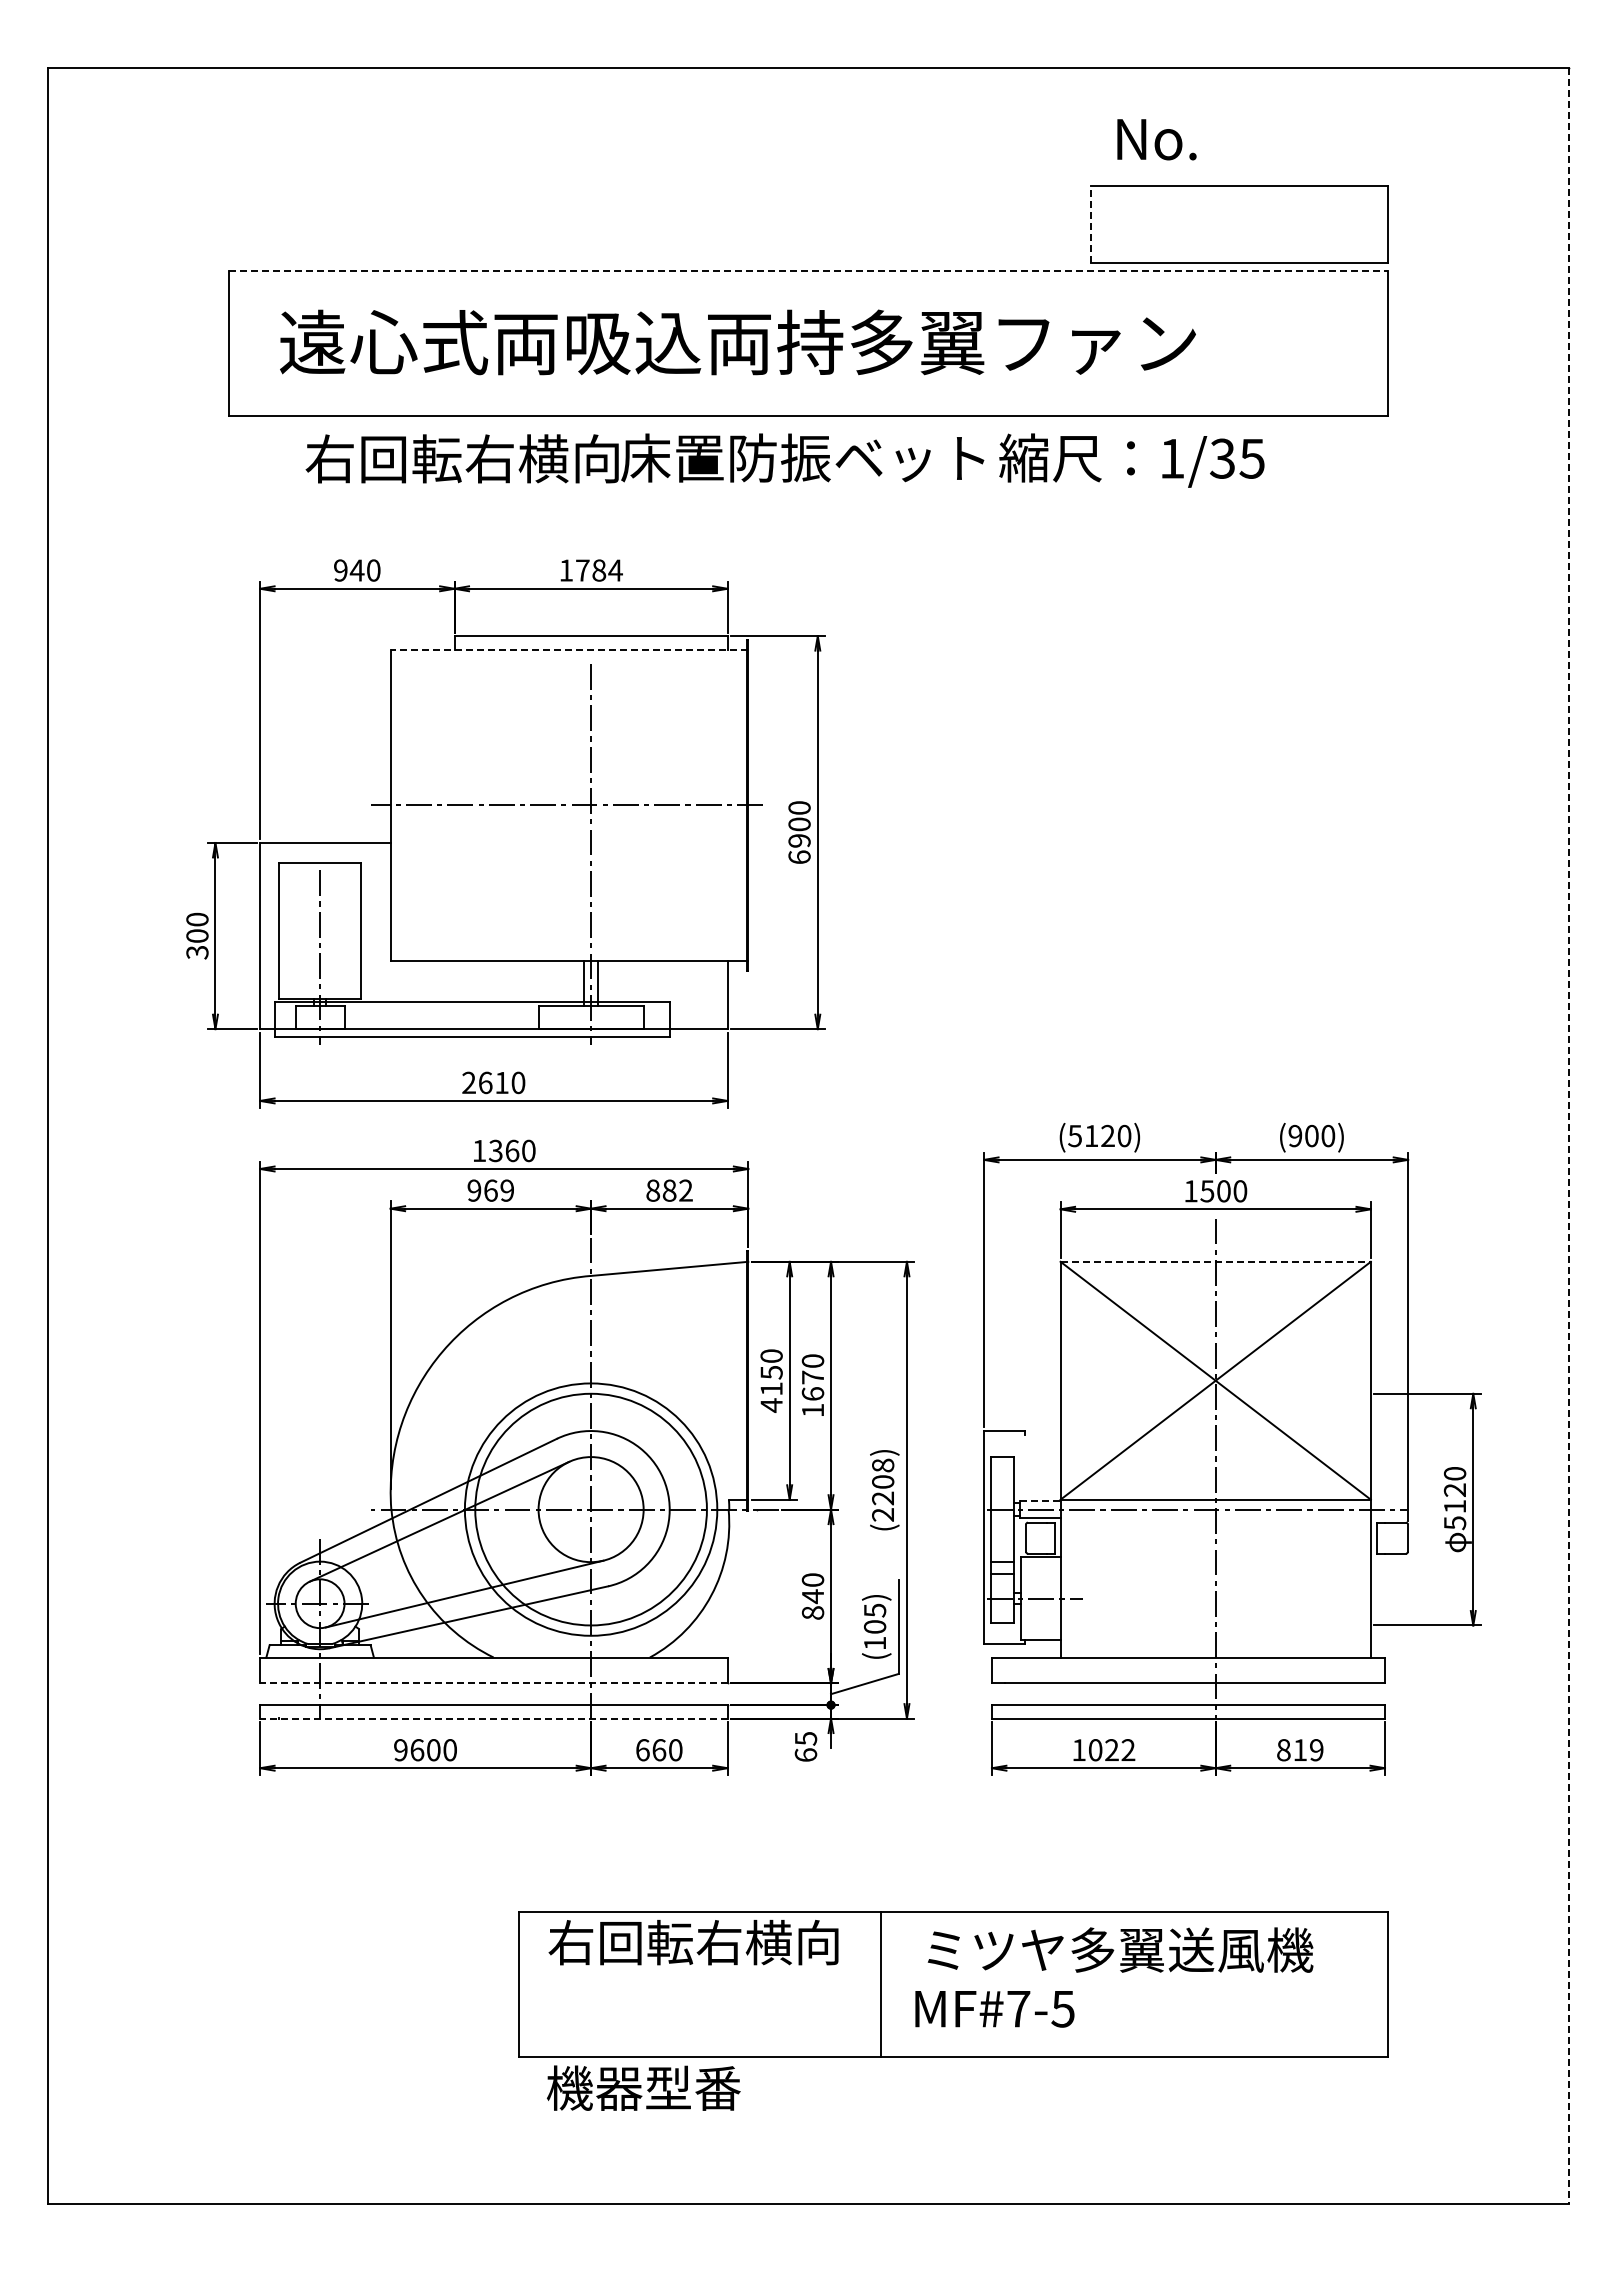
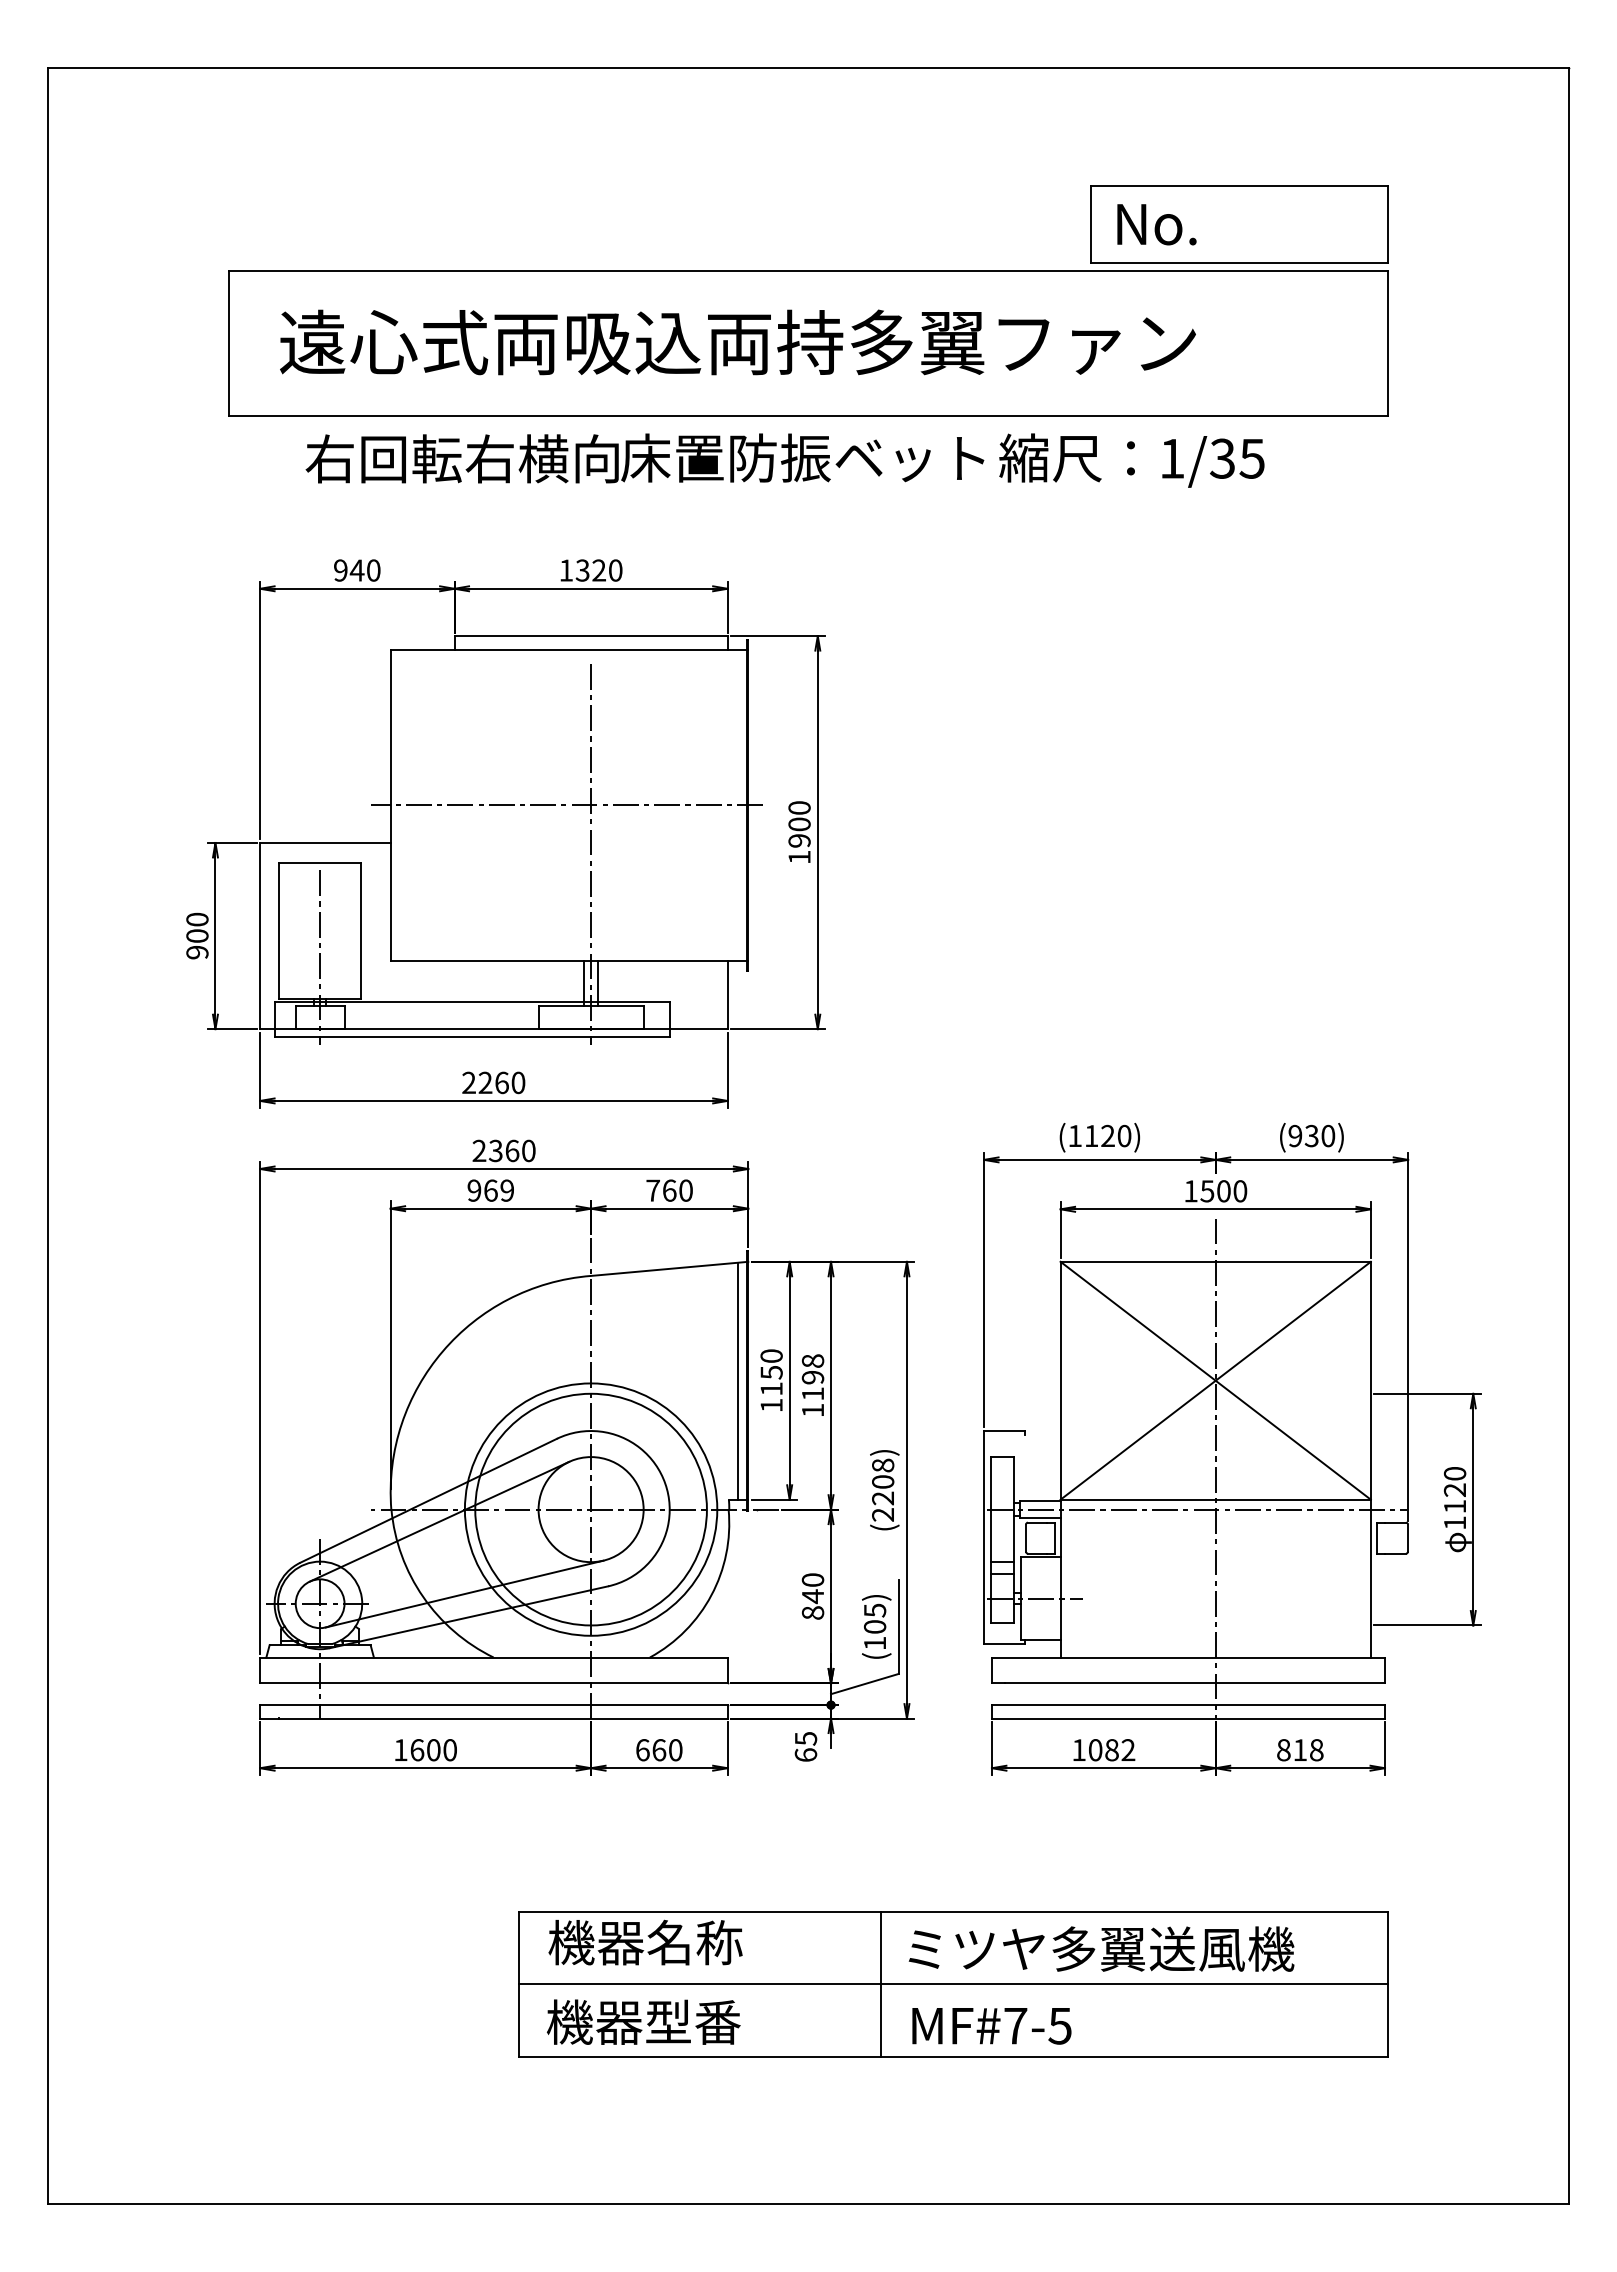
text at (1156, 139) position: (1156, 139) -> (1156, 224)
line at (1091, 224): dashed -> solid
line at (808, 271): dashed -> solid
text at (598, 570): 1784 -> 1320
line at (569, 650): dashed -> solid
text at (799, 856): 6900 -> 1900
text at (197, 952): 300 -> 900
text at (493, 1082): 2610 -> 2260
line at (1568, 1135): dashed -> solid
text at (1074, 1136): (5120) -> (1120)
text at (1311, 1136): (900) -> (930)
text at (479, 1150): 1360 -> 2360
text at (669, 1190): 882 -> 760
line at (1216, 1261): dashed -> solid
text at (812, 1377): 1670 -> 1198
line at (737, 1380): none -> present
text at (771, 1405): 4150 -> 1150
line at (1040, 1501): dashed -> solid
text at (1455, 1523): 5120 -> 1120
line at (493, 1683): dashed -> solid
line at (493, 1718): dashed -> solid
text at (400, 1750): 9600 -> 1600
text at (1111, 1750): 1022 -> 1082
text at (1316, 1750): 819 -> 818
text at (693, 1942): 右回転右横向 -> 機器名称
text at (1120, 1949) position: (1120, 1949) -> (1101, 1948)
line at (952, 1984): none -> present
text at (994, 2009) position: (994, 2009) -> (991, 2026)
text at (643, 2087) position: (643, 2087) -> (643, 2021)
